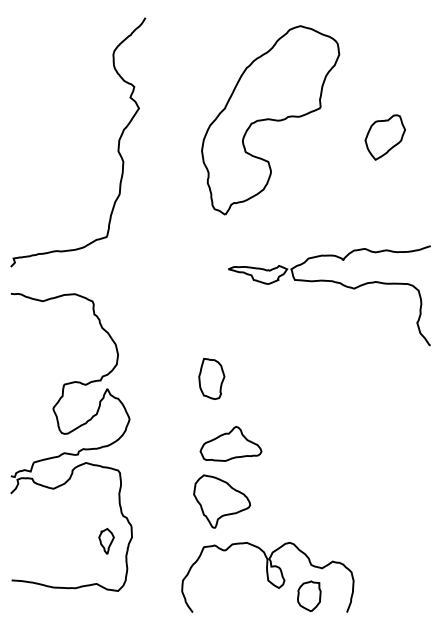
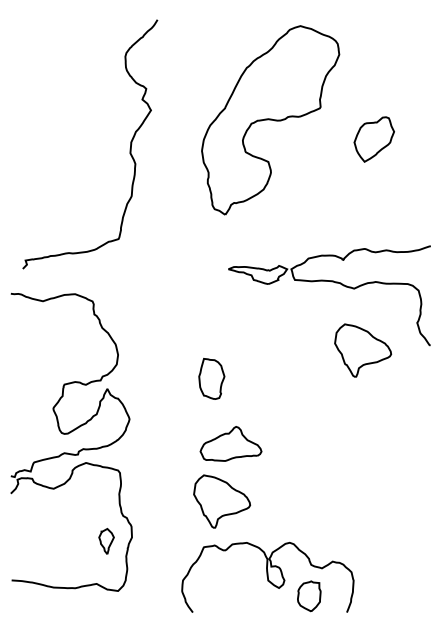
part at (384, 137) position: (384, 137) -> (373, 139)
curve at (117, 146) position: (117, 146) -> (129, 148)
part at (363, 350): none -> present
